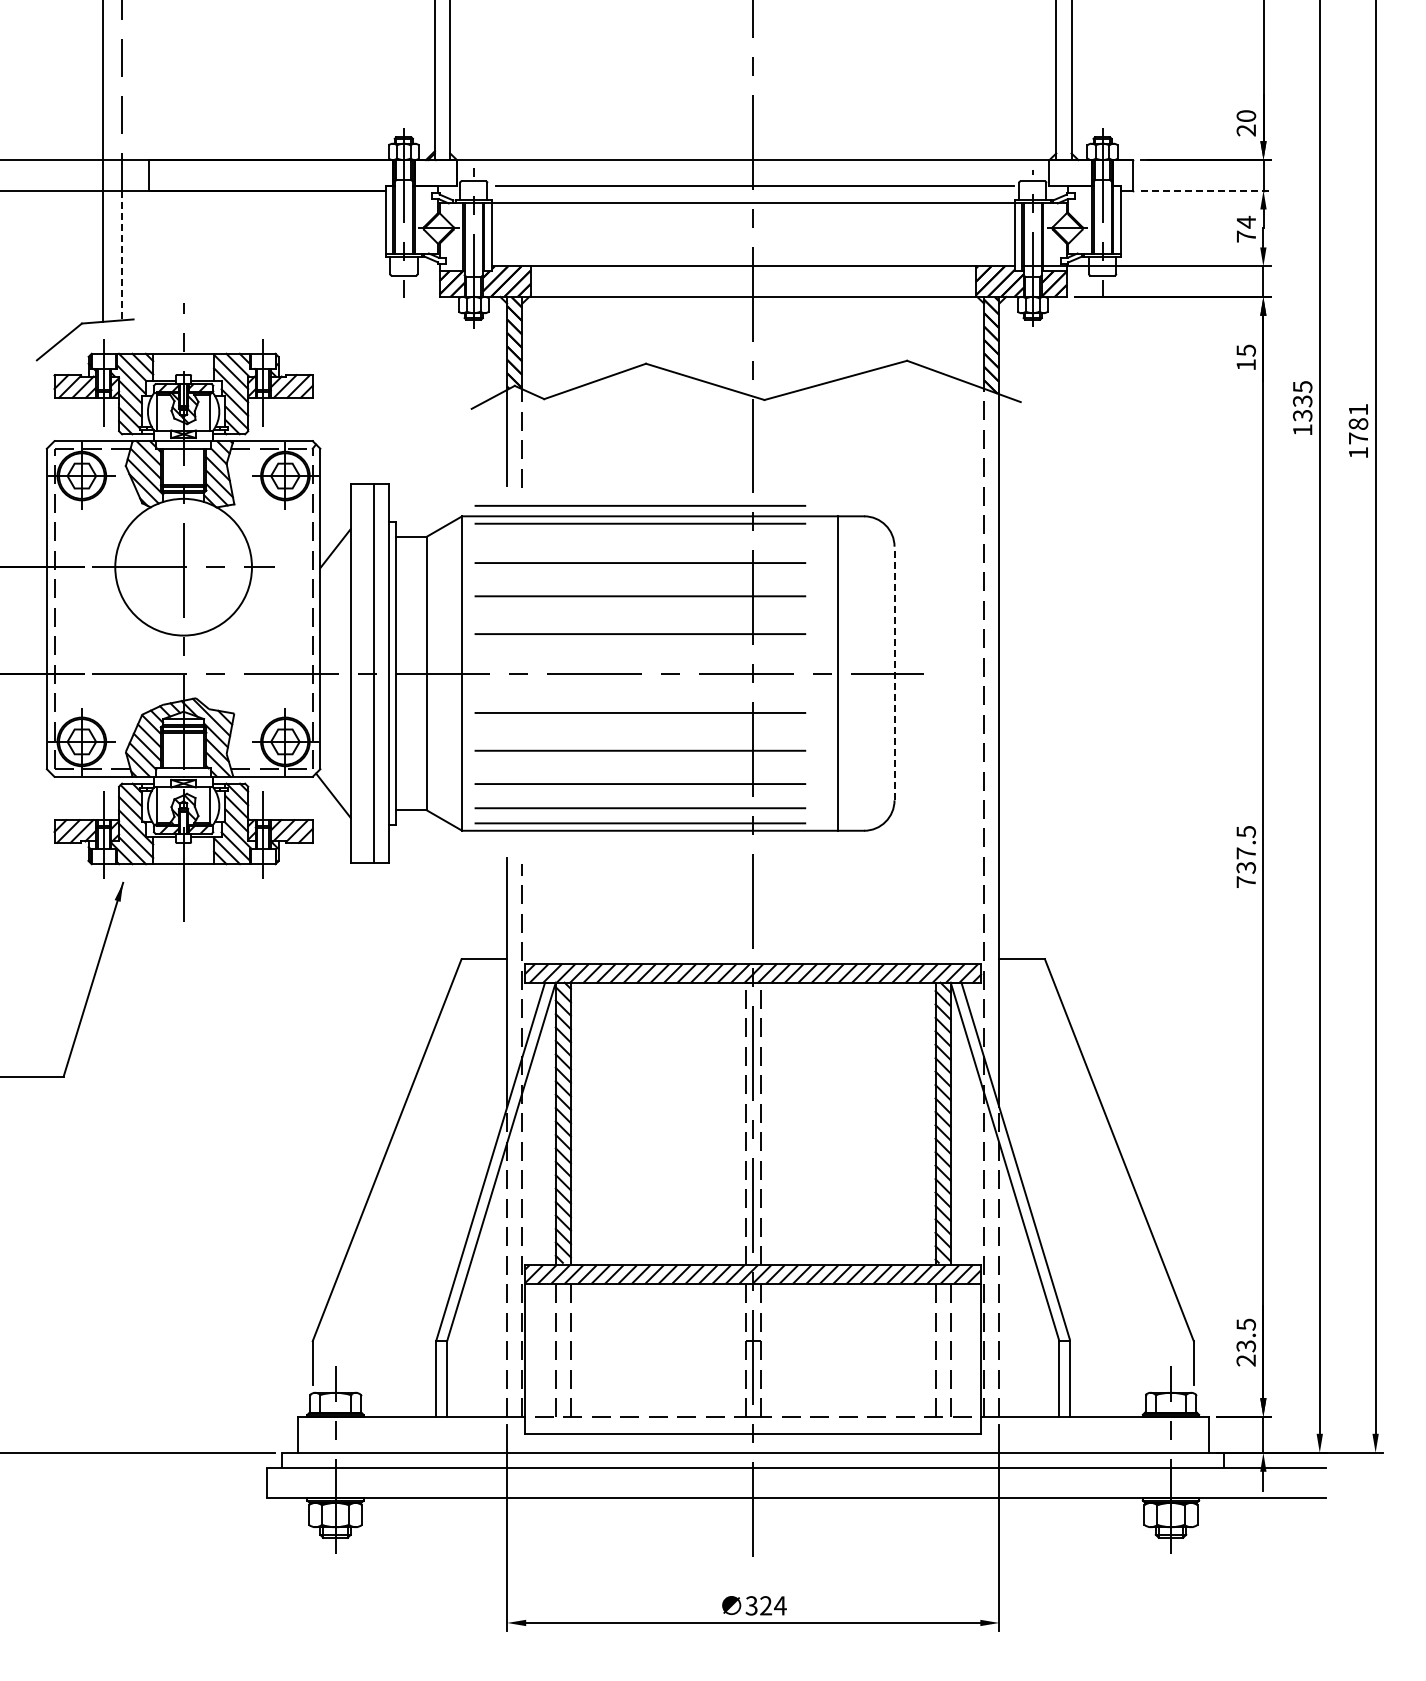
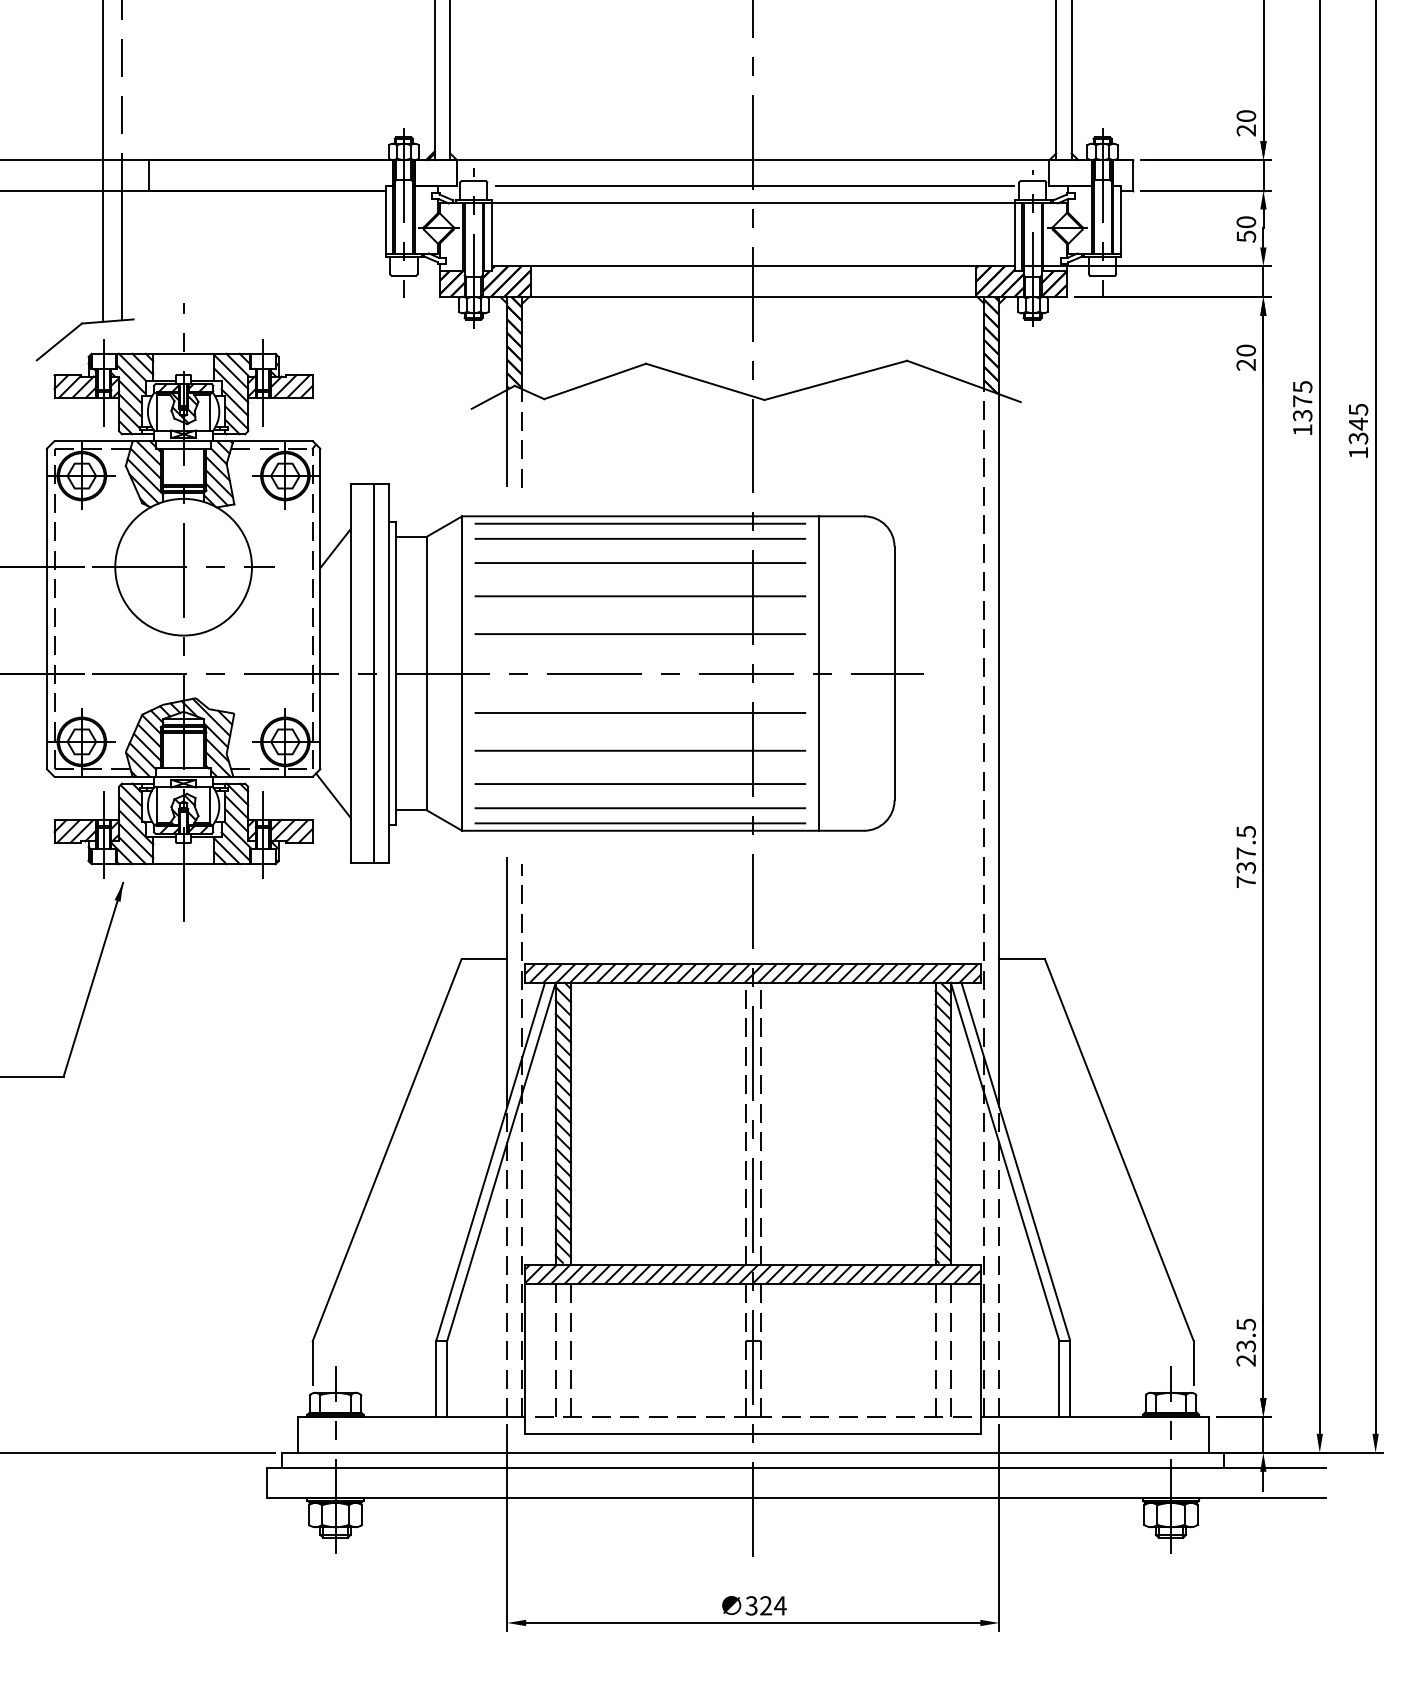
line at (1206, 190): dashed -> solid
text at (1246, 228): 74 -> 50
line at (122, 255): dashed -> solid
text at (1245, 357): 15 -> 20
text at (1302, 401): 1335 -> 1375
text at (1358, 424): 1781 -> 1345
line at (640, 505) position: (640, 505) -> (640, 538)
line at (837, 673) position: (837, 673) -> (818, 673)
line at (894, 673): dashed -> solid
